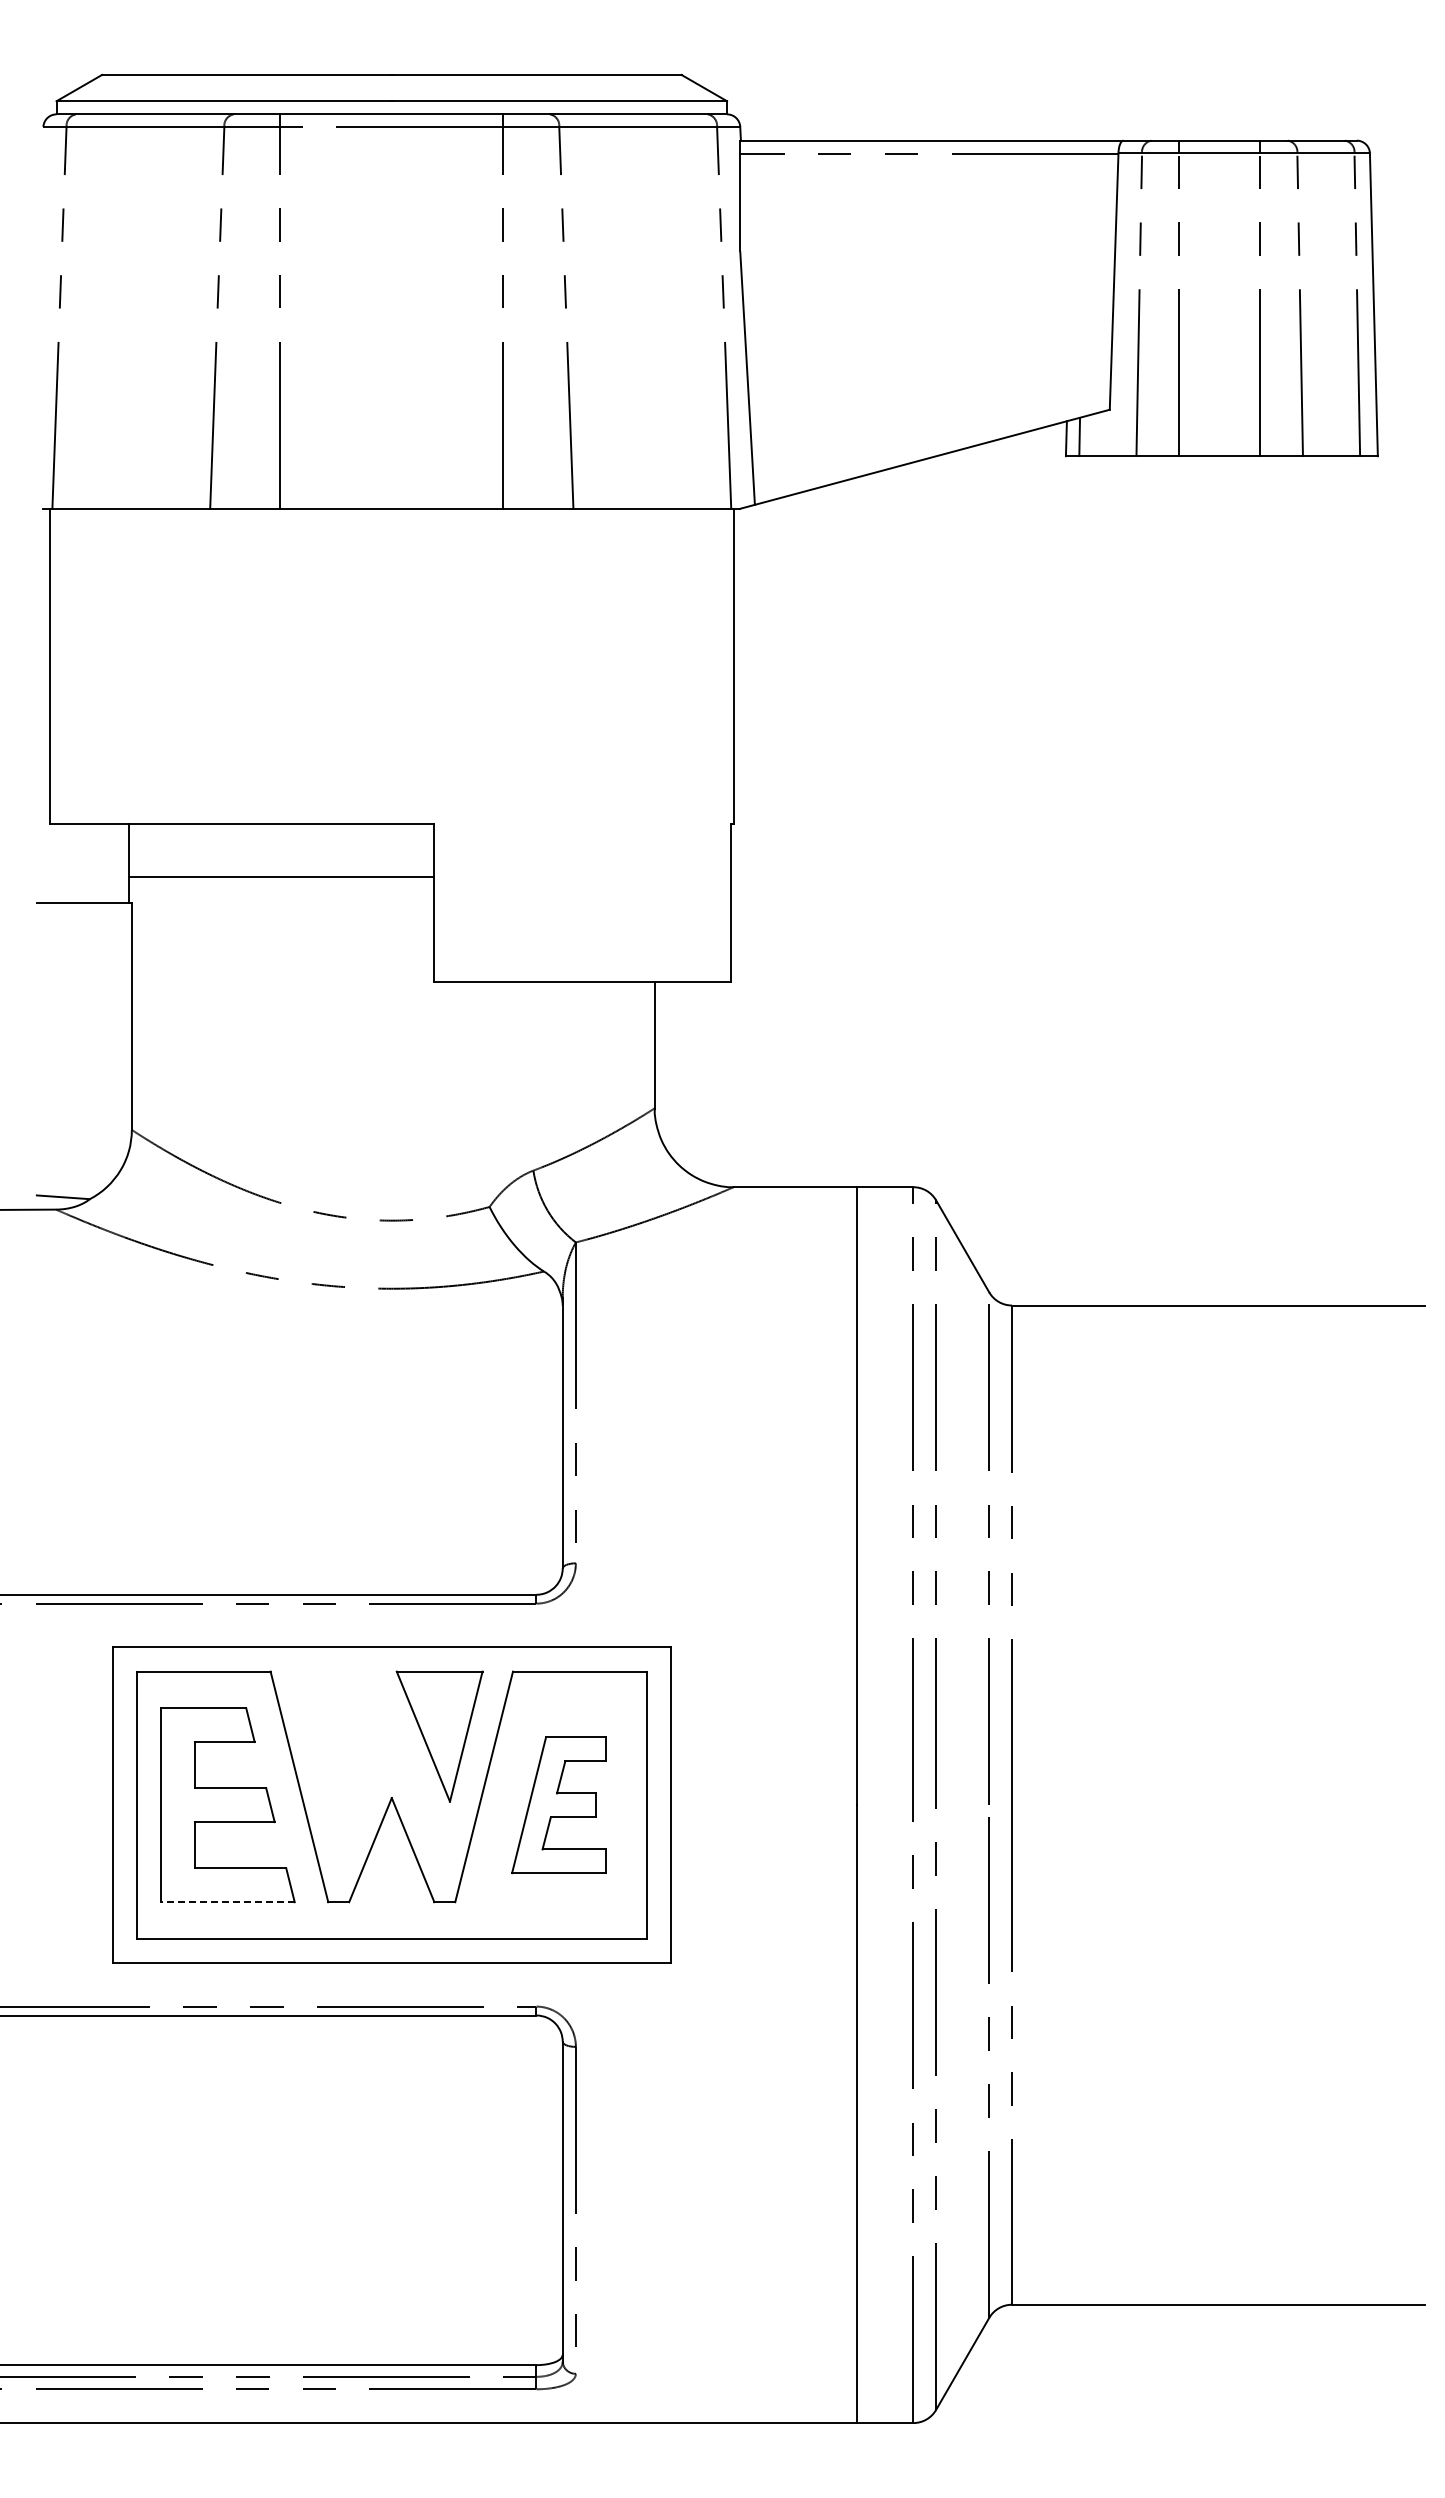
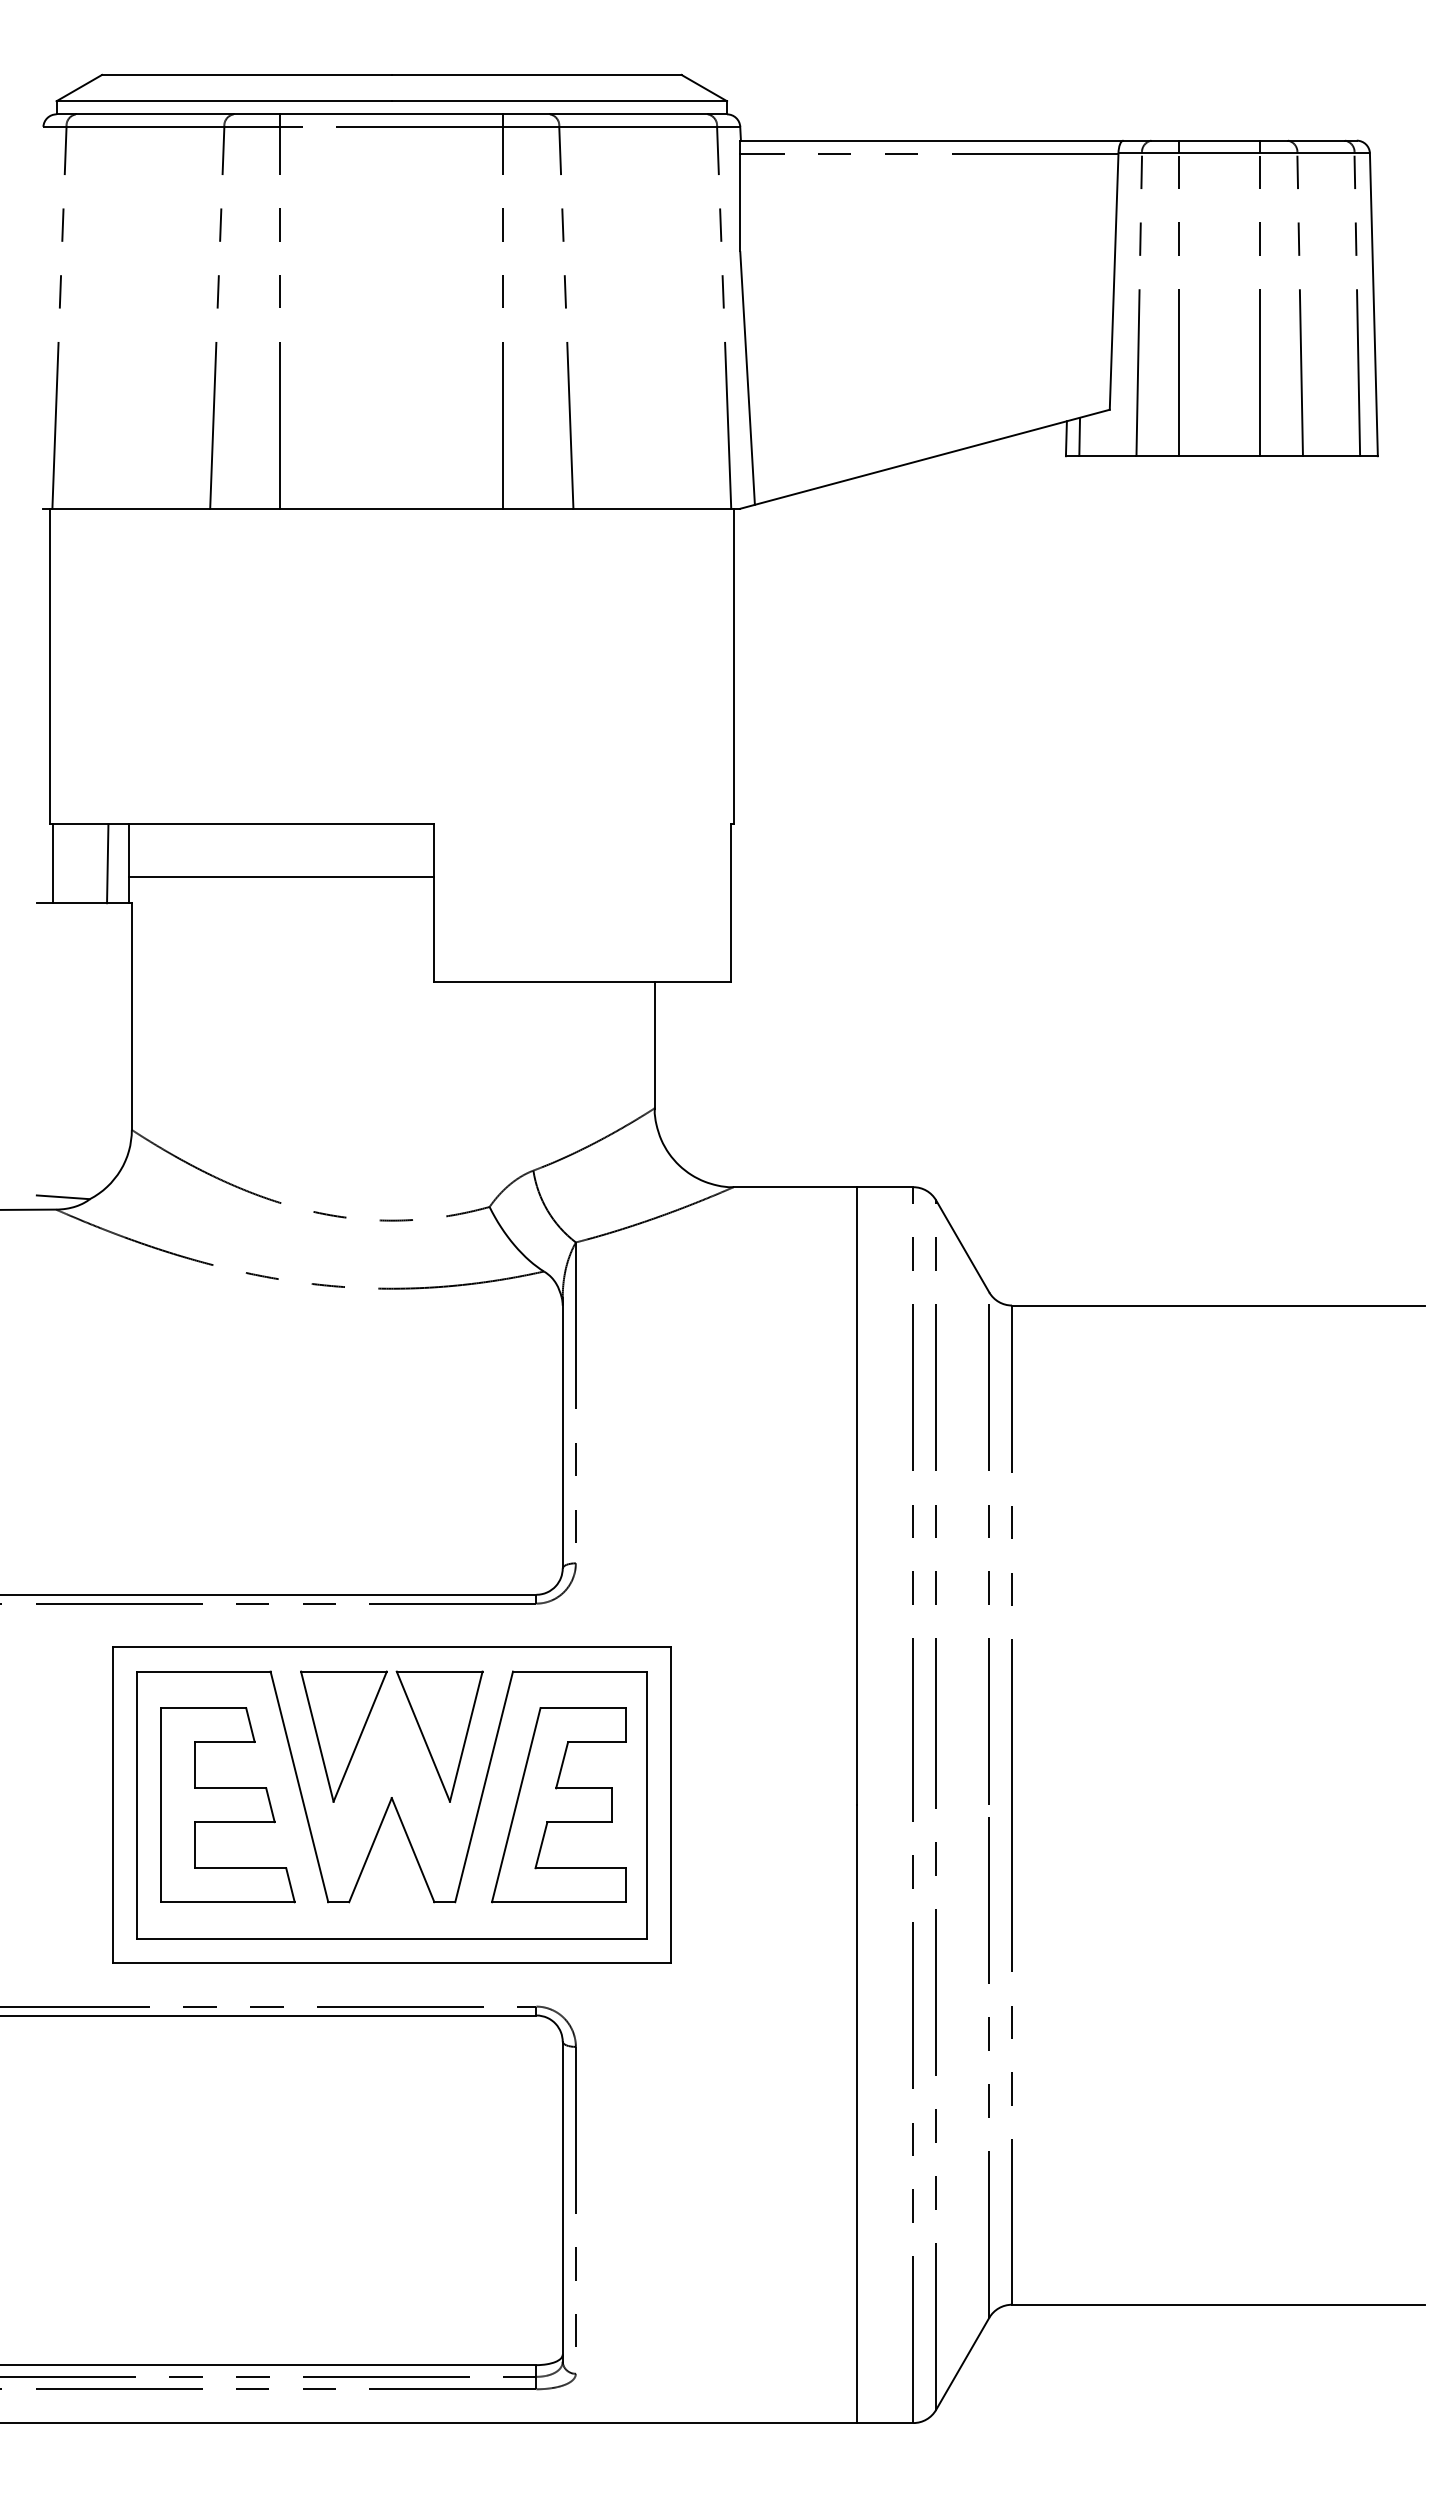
line at (52, 863): none -> present
line at (107, 863): none -> present
part at (343, 1736): none -> present
part at (558, 1805) size: 96x139 px -> 136x197 px
line at (227, 1902): dashed -> solid
